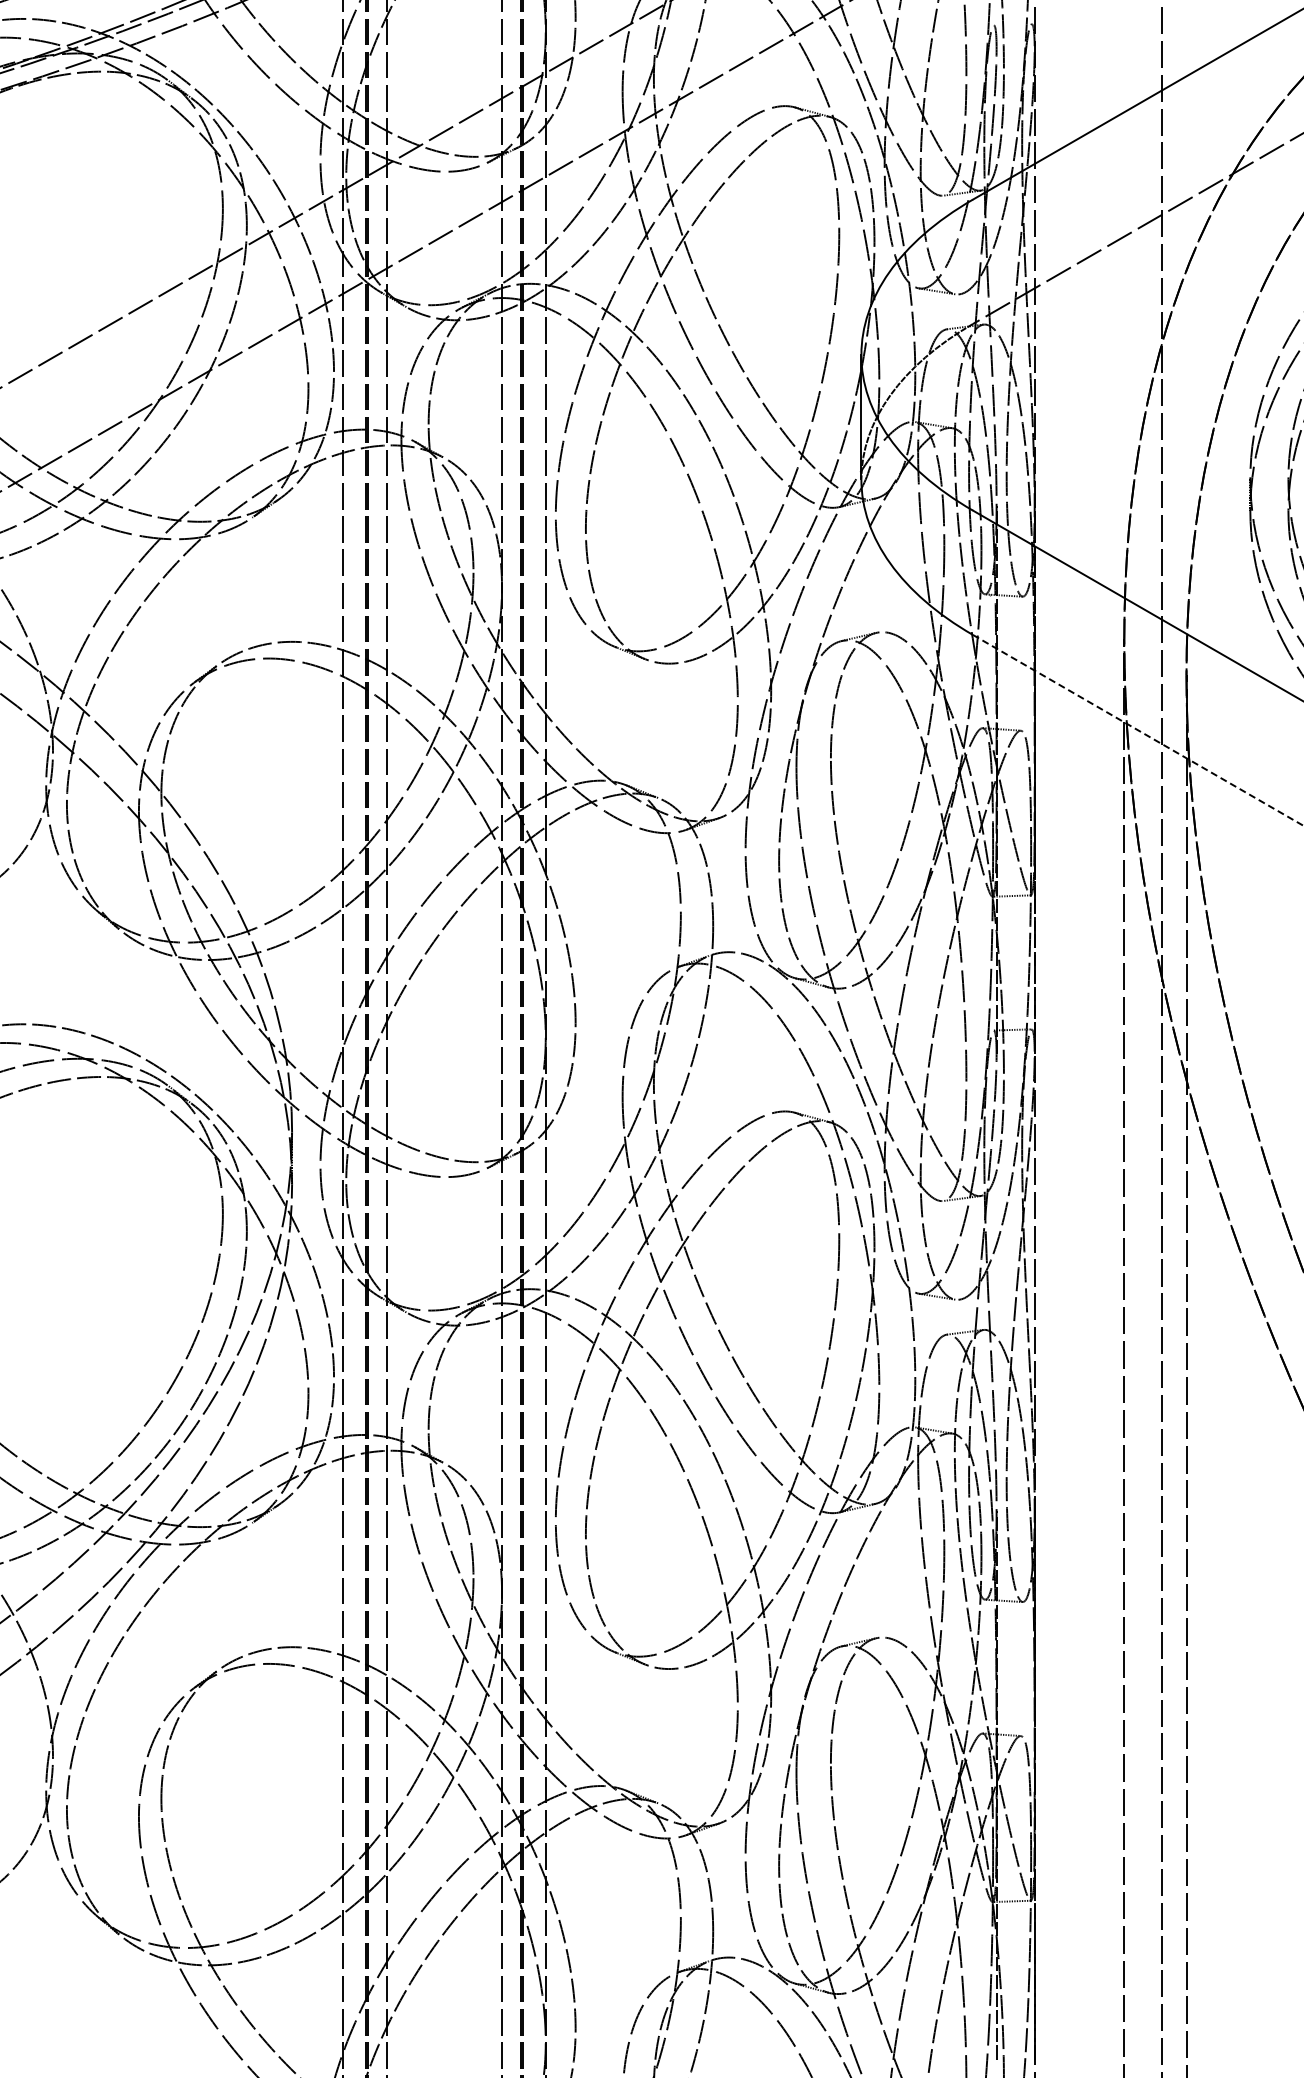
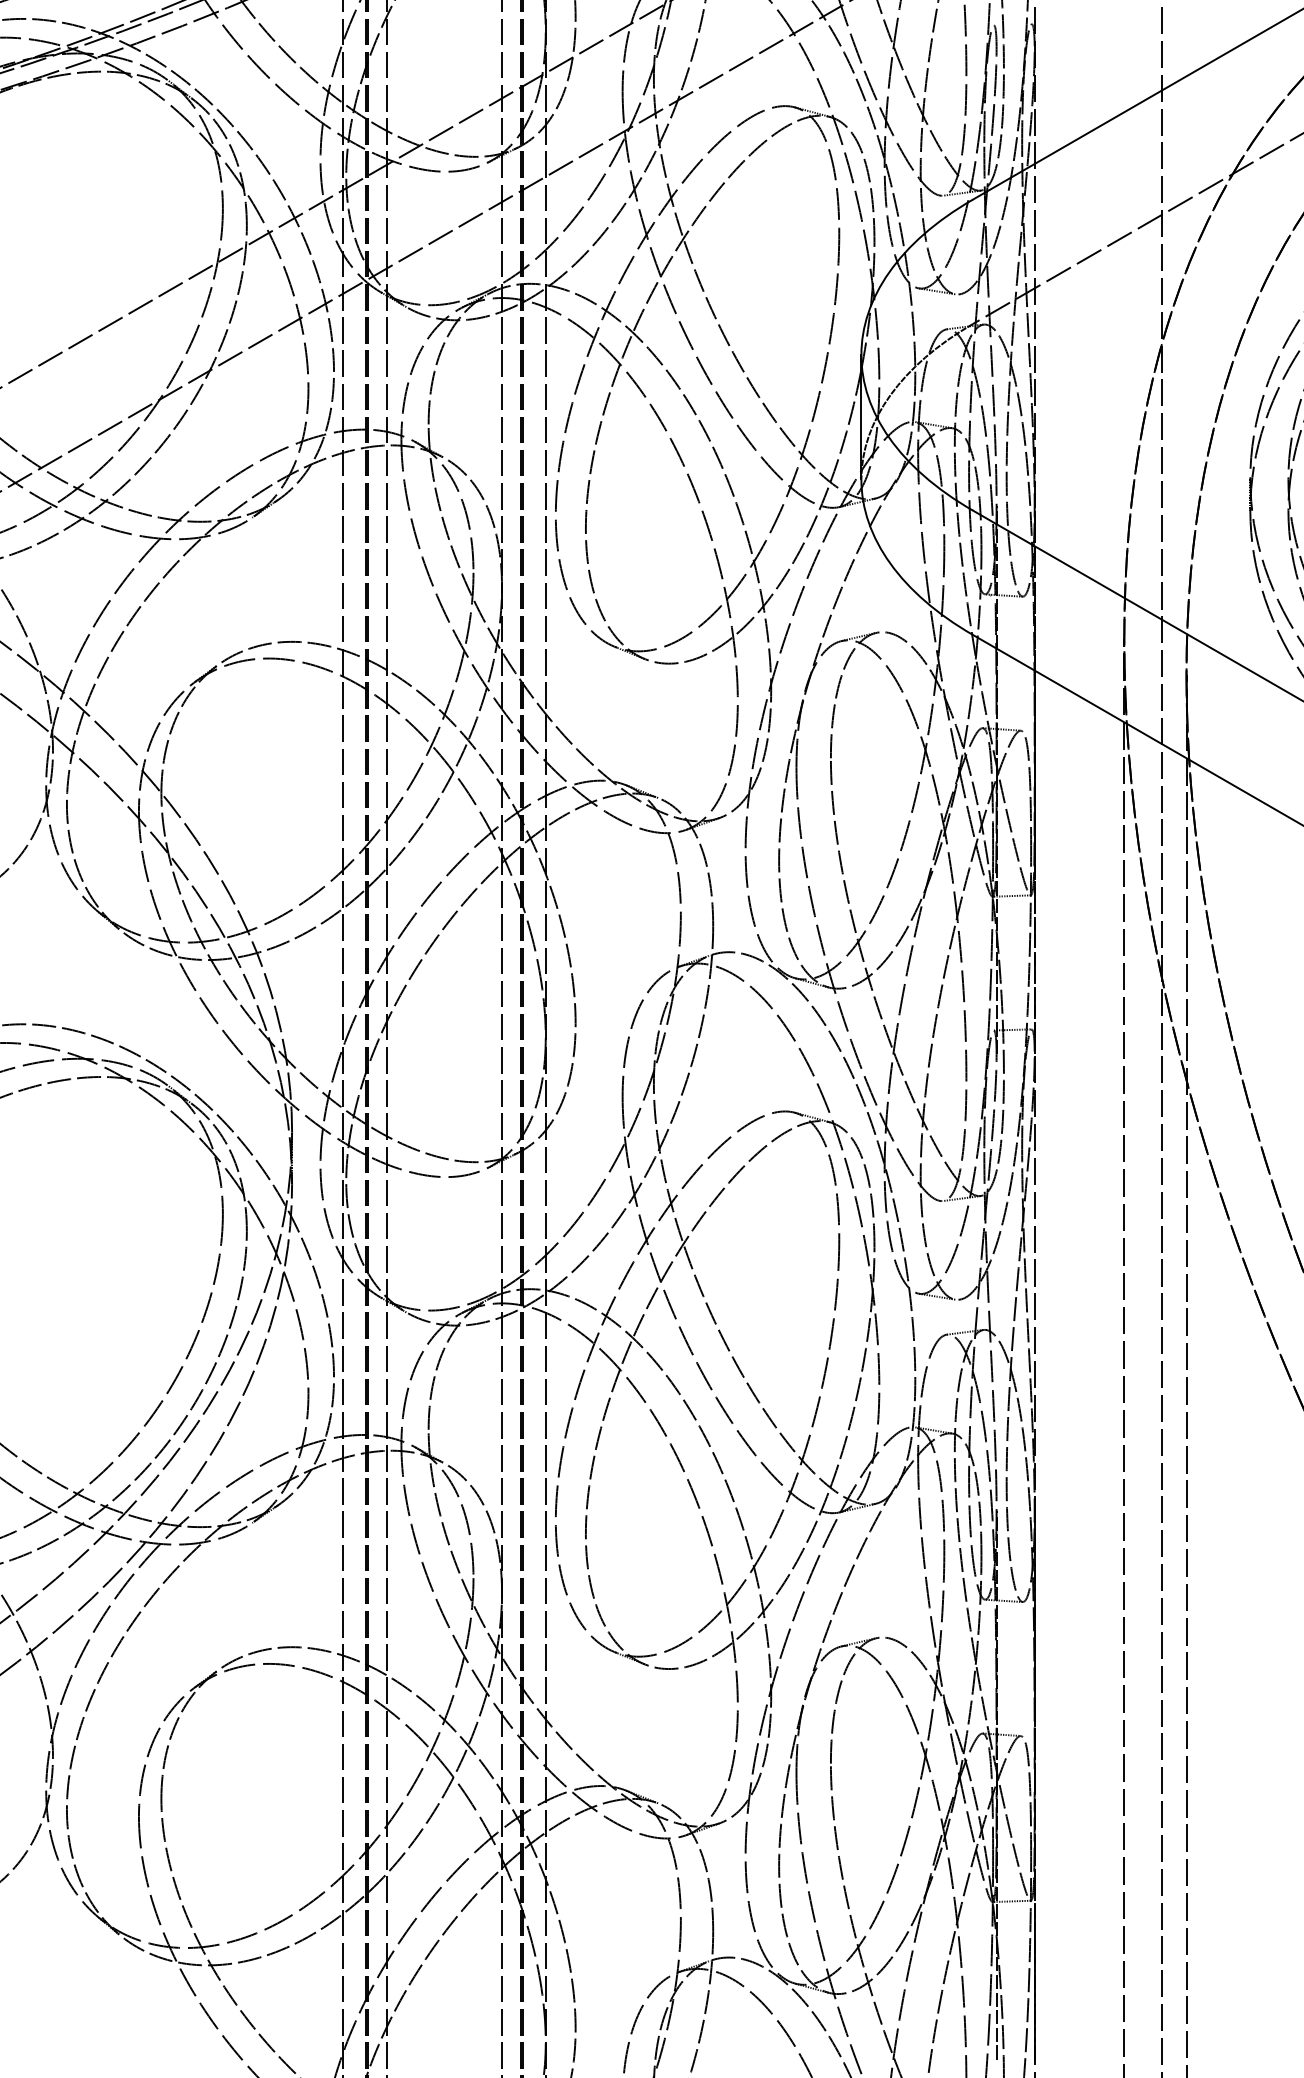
line at (1138, 730): dashed -> solid
